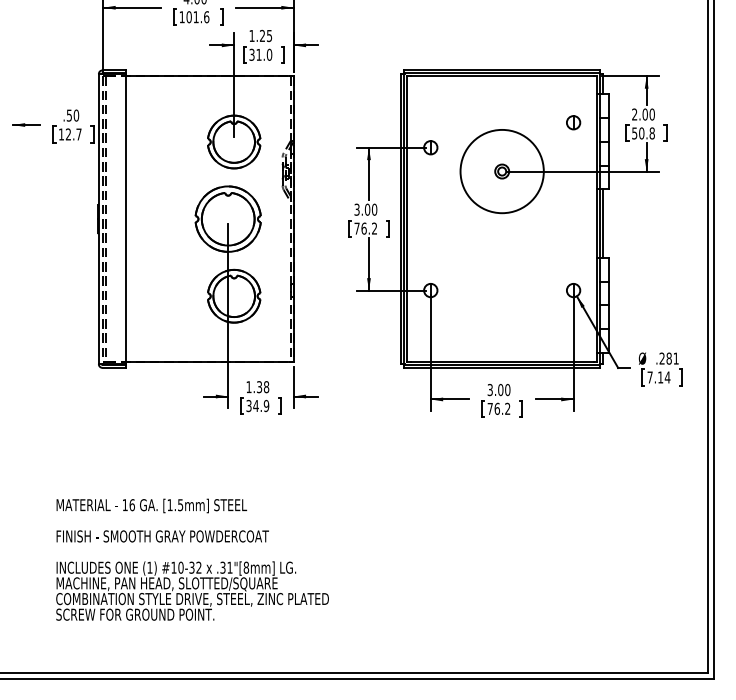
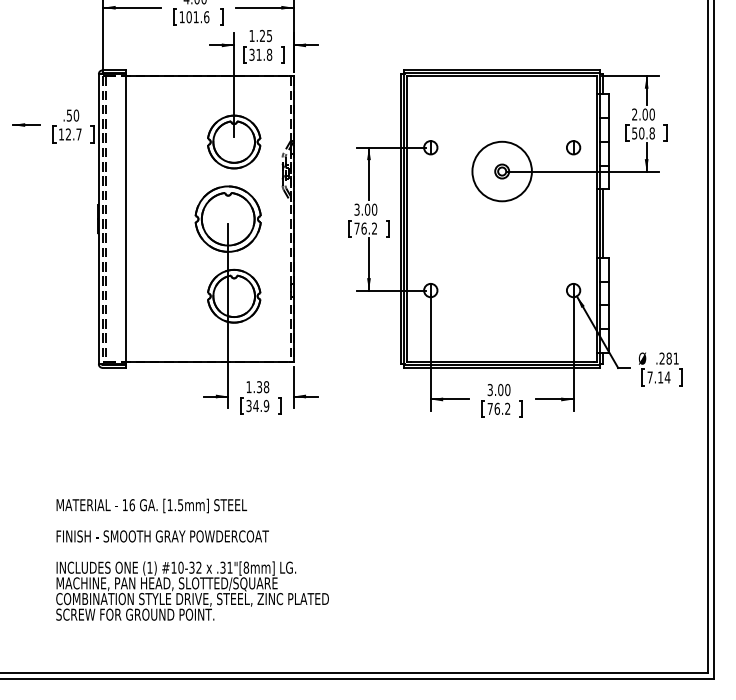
text at (269, 54): 31.0 -> 31.8
part at (573, 122) position: (573, 122) -> (573, 147)
circle at (501, 171) diameter: 83 px -> 59 px
